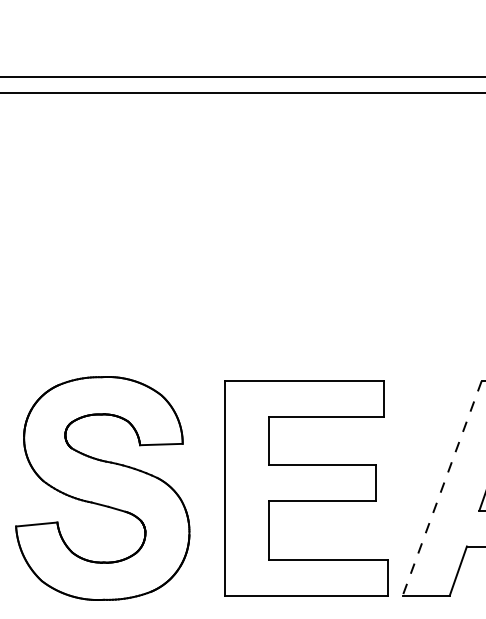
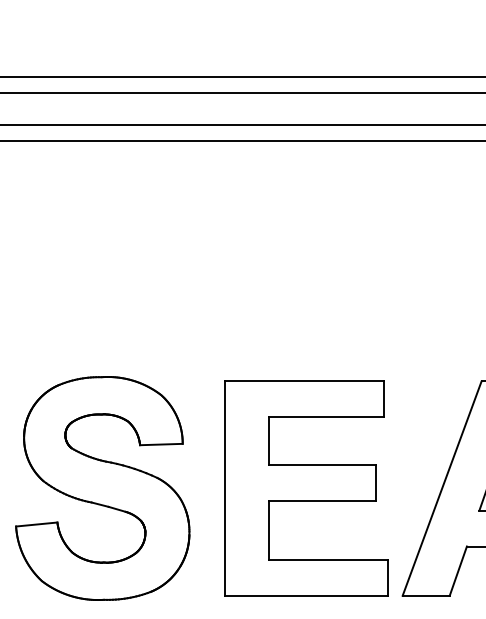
line at (242, 125): none -> present
line at (242, 141): none -> present
line at (441, 488): dashed -> solid
